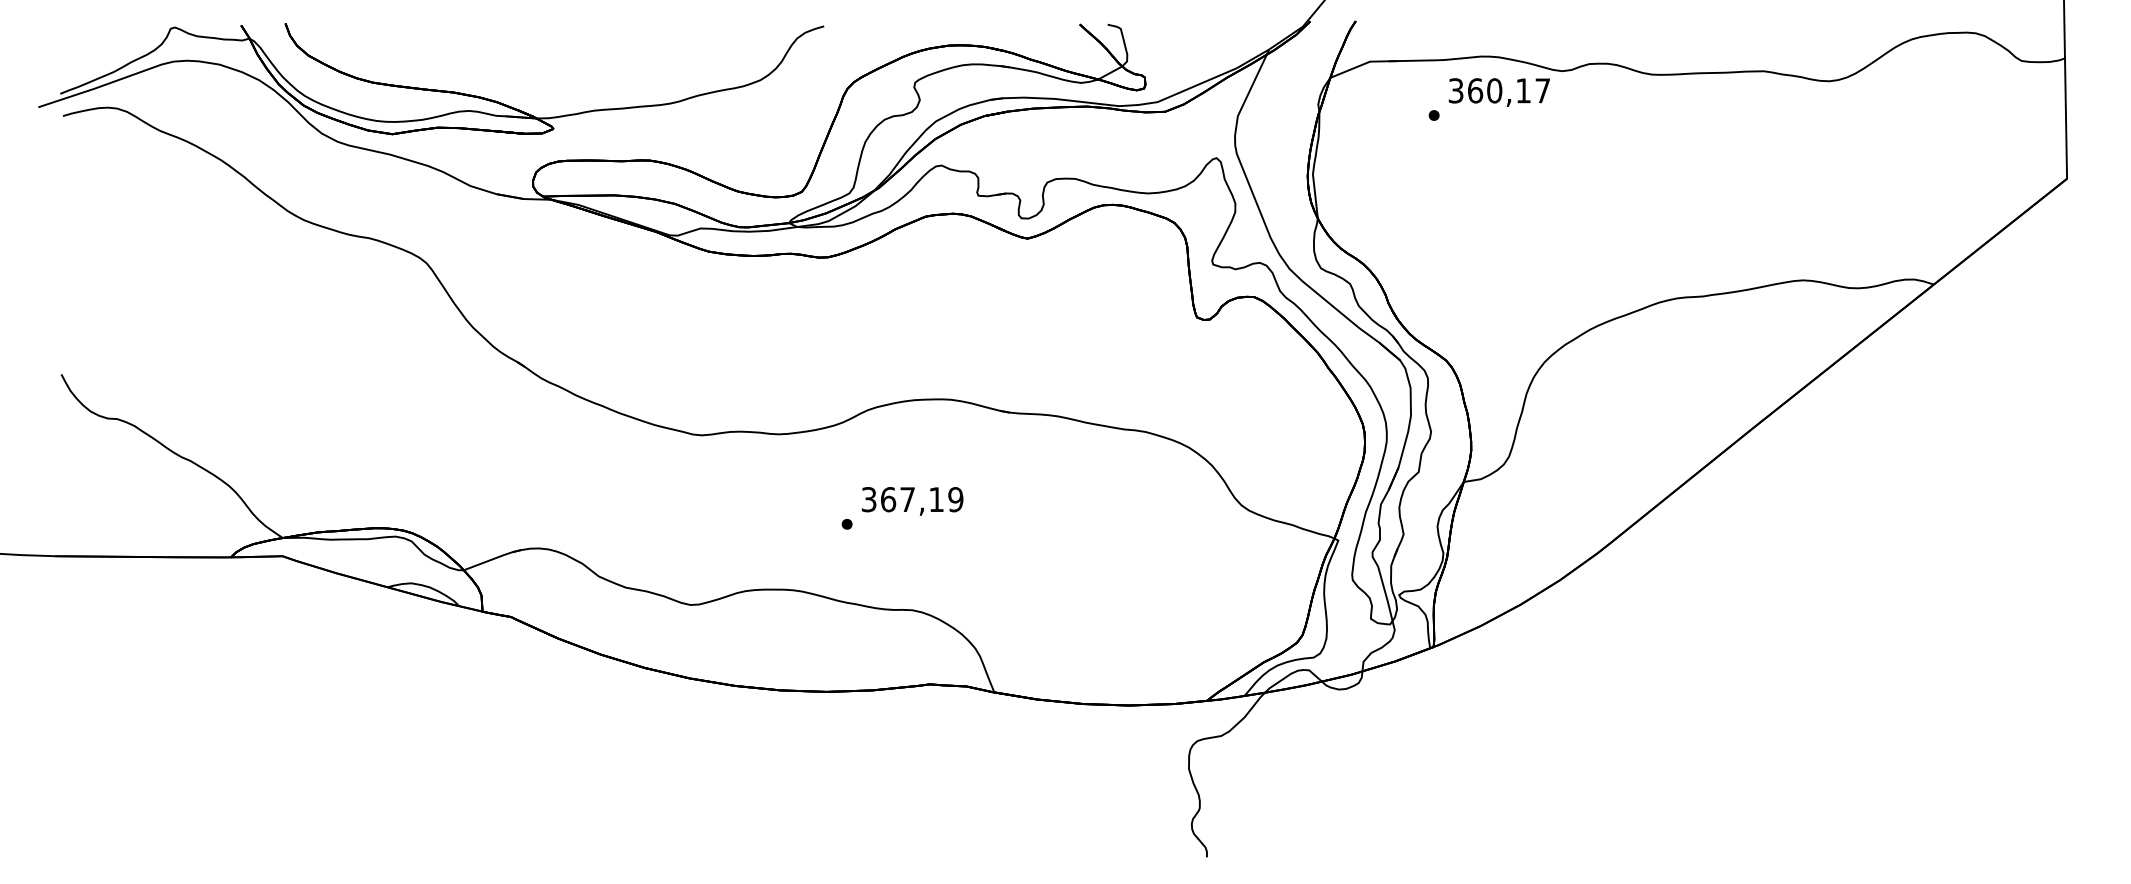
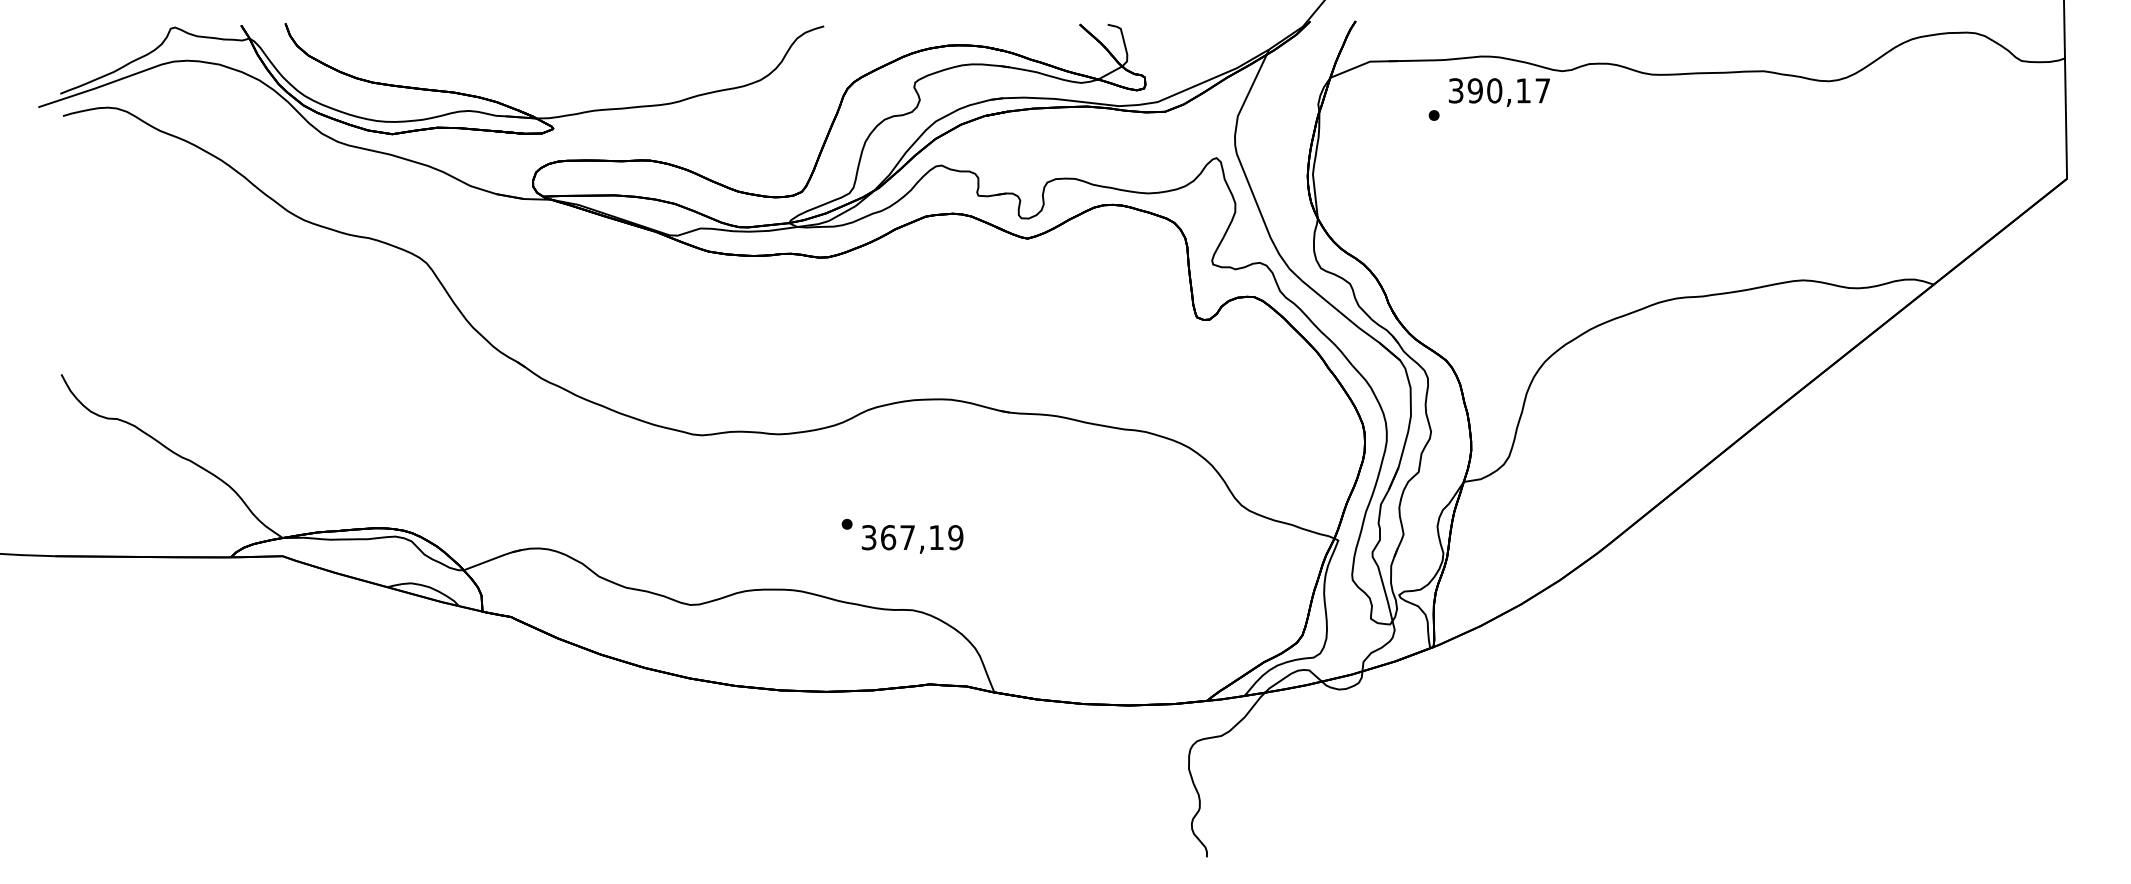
text at (1475, 90): 360,17 -> 390,17
text at (912, 501) position: (912, 501) -> (912, 539)
